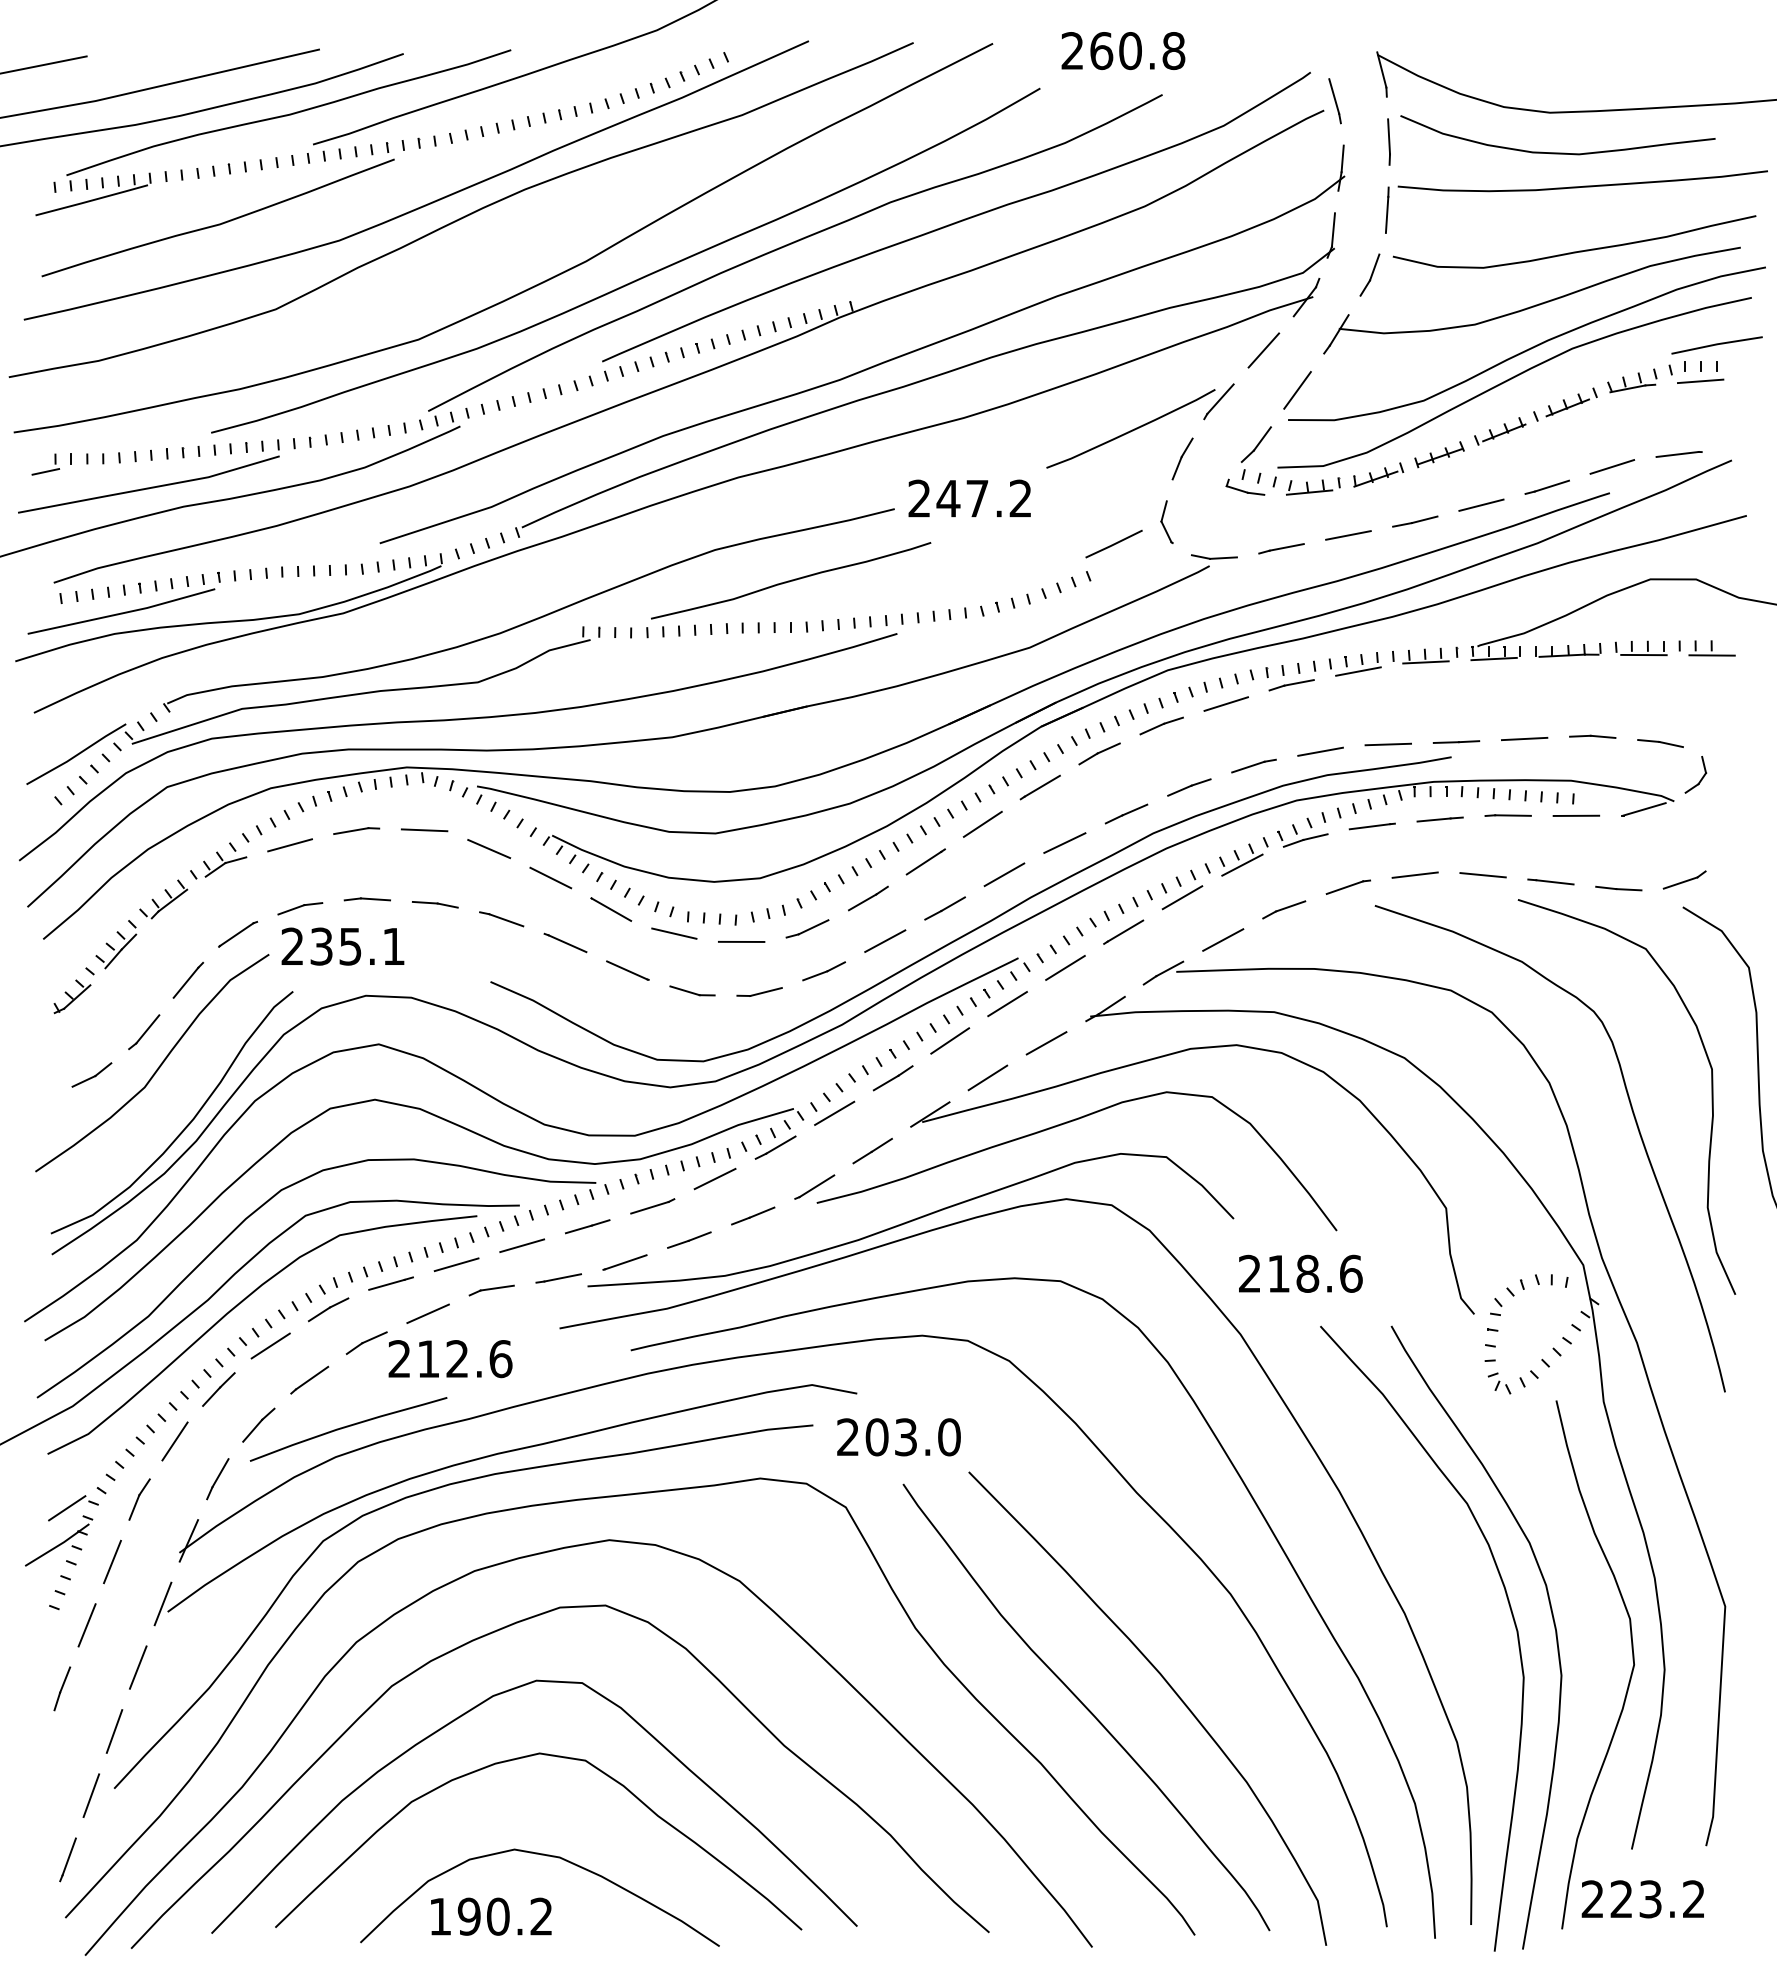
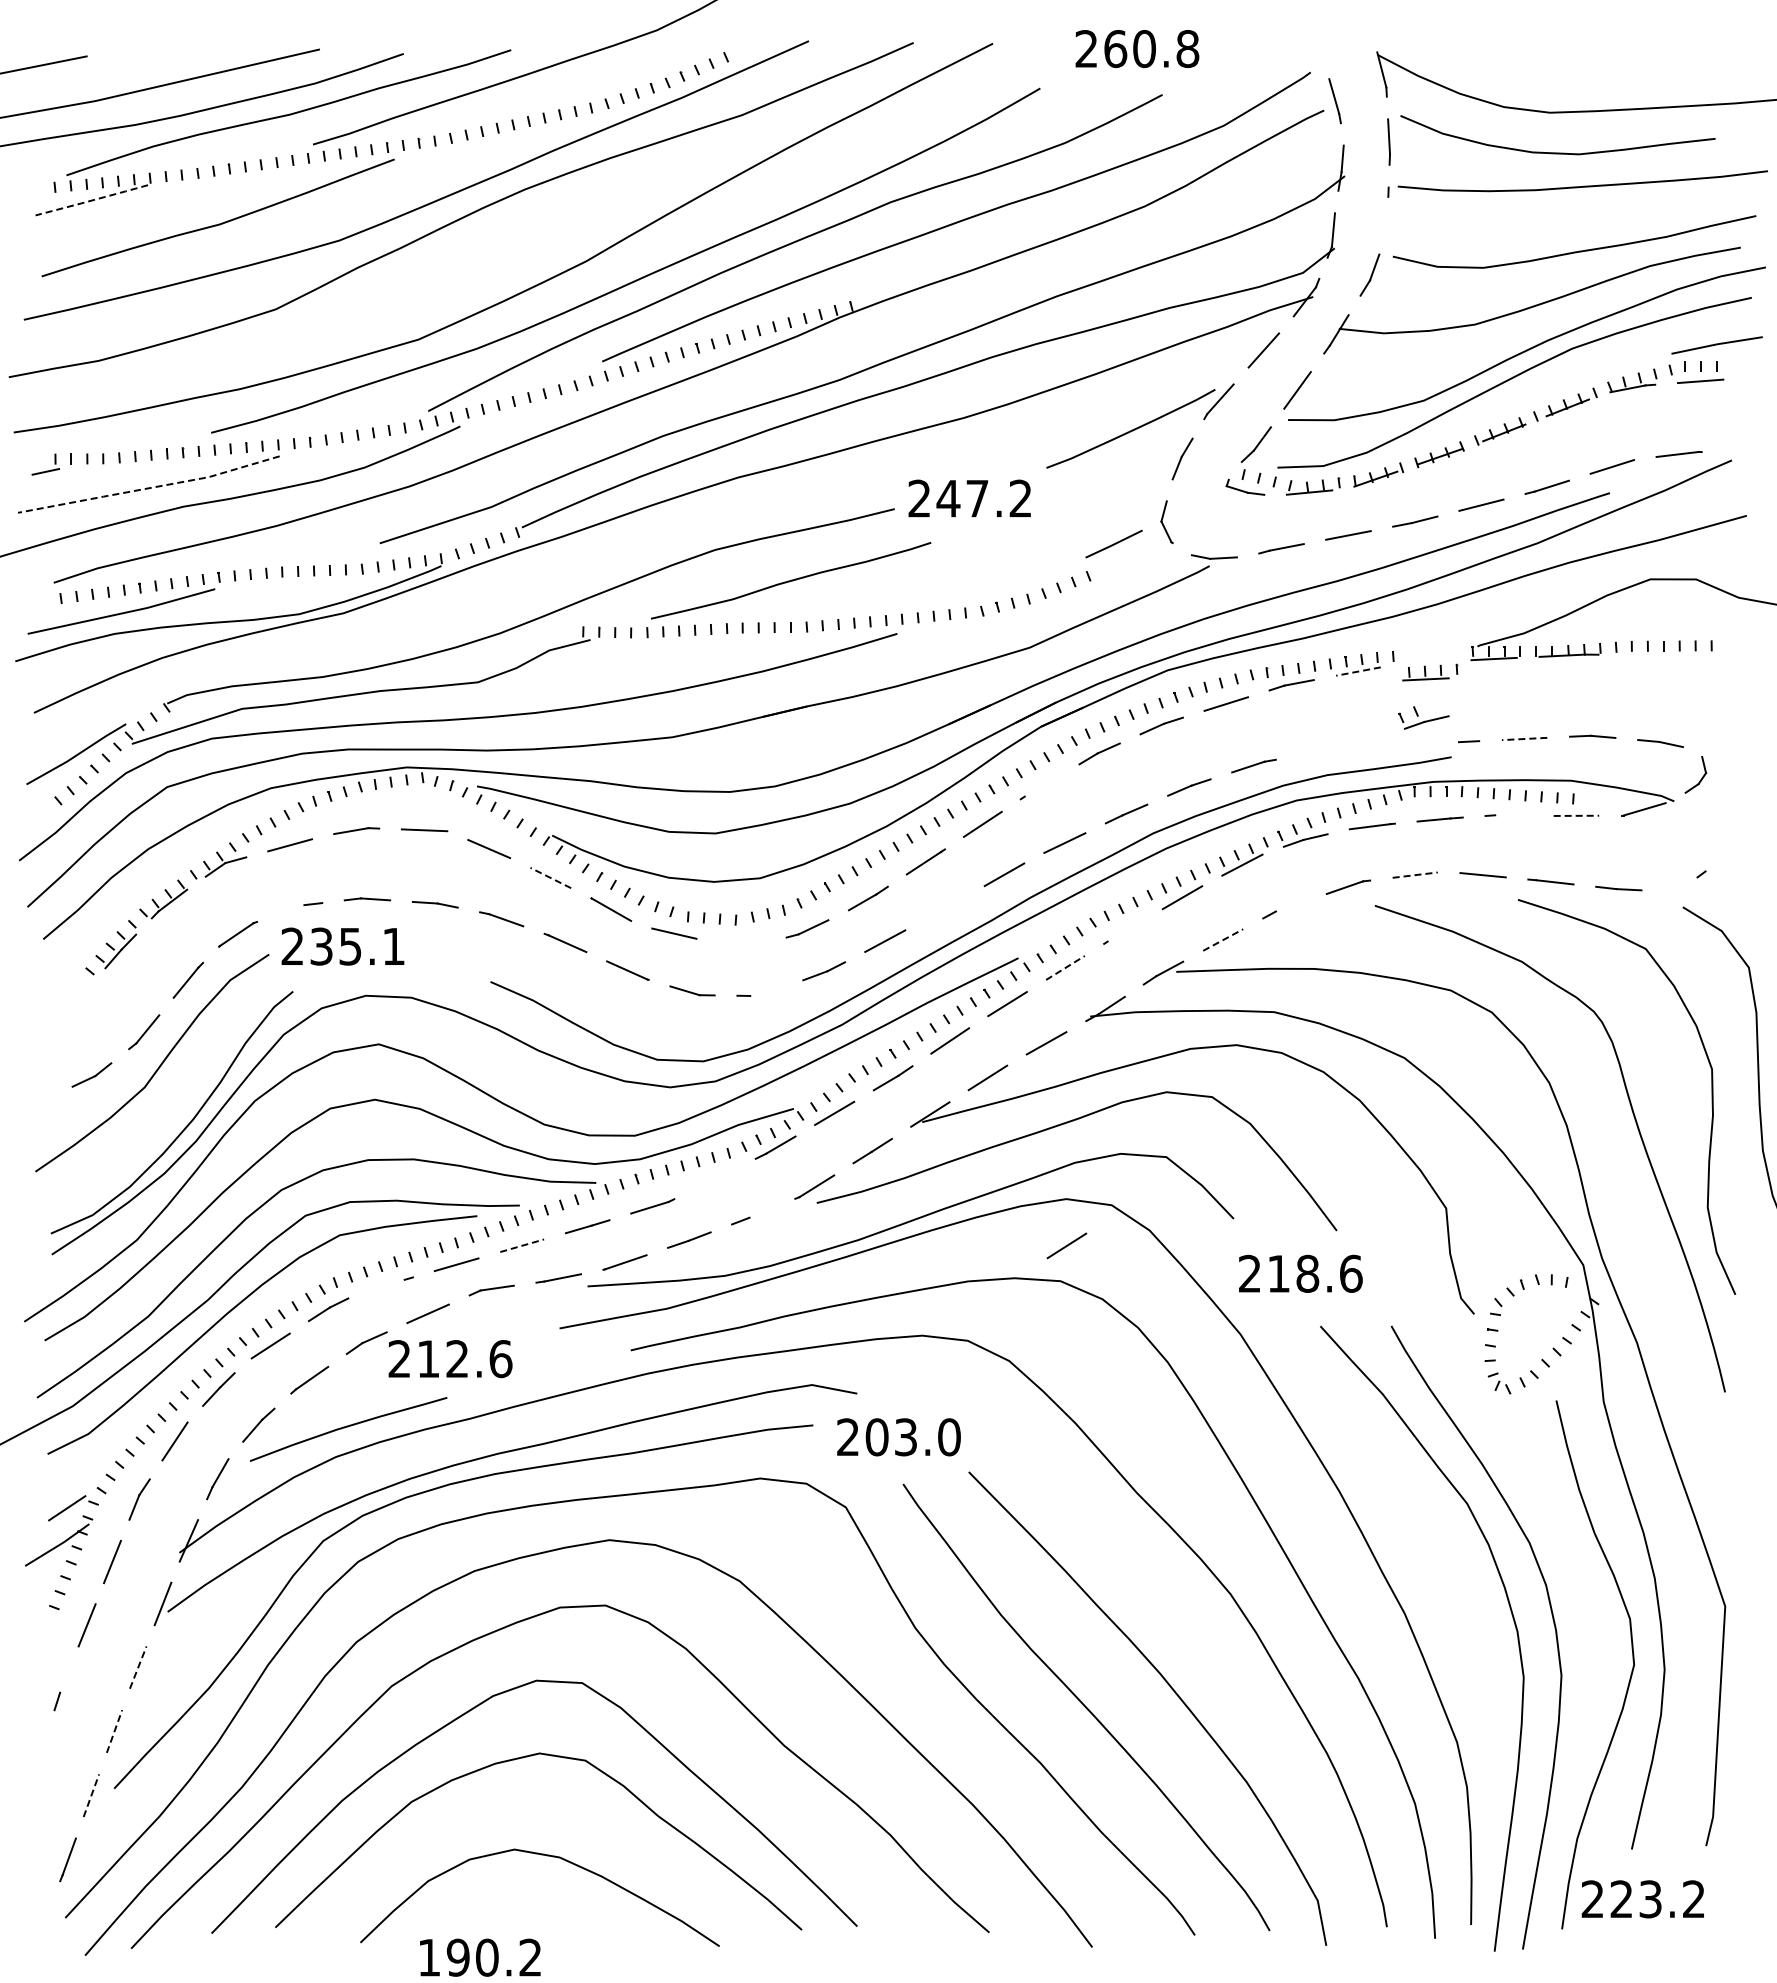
text at (1123, 51) position: (1123, 51) -> (1137, 49)
line at (91, 200): solid -> dashed
line at (1386, 214): present -> none
line at (149, 488): solid -> dashed
line at (1643, 654): present -> none
part at (1430, 655) position: (1430, 655) -> (1430, 672)
line at (1711, 655): present -> none
line at (1358, 671): solid -> dashed
part at (1423, 717): none -> present
line at (1524, 738): solid -> dashed
line at (1445, 742): present -> none
line at (1388, 744): present -> none
line at (1320, 751): present -> none
line at (1041, 785): present -> none
line at (1512, 815): present -> none
line at (1576, 815): solid -> dashed
line at (1415, 875): solid -> dashed
line at (550, 878): solid -> dashed
line at (1680, 882): present -> none
line at (1290, 906): present -> none
line at (944, 908): present -> none
line at (291, 909): present -> none
line at (1125, 930): present -> none
line at (1223, 940): solid -> dashed
line at (741, 941): present -> none
line at (1065, 967): solid -> dashed
line at (765, 991): present -> none
part at (72, 996): present -> none
line at (714, 1178): present -> none
line at (761, 1212): present -> none
line at (522, 1245): solid -> dashed
line at (1066, 1245): none -> present
line at (386, 1284): present -> none
line at (138, 1667): solid -> dashed
line at (65, 1679): present -> none
line at (114, 1731): solid -> dashed
line at (91, 1795): solid -> dashed
text at (491, 1916) position: (491, 1916) -> (480, 1957)
